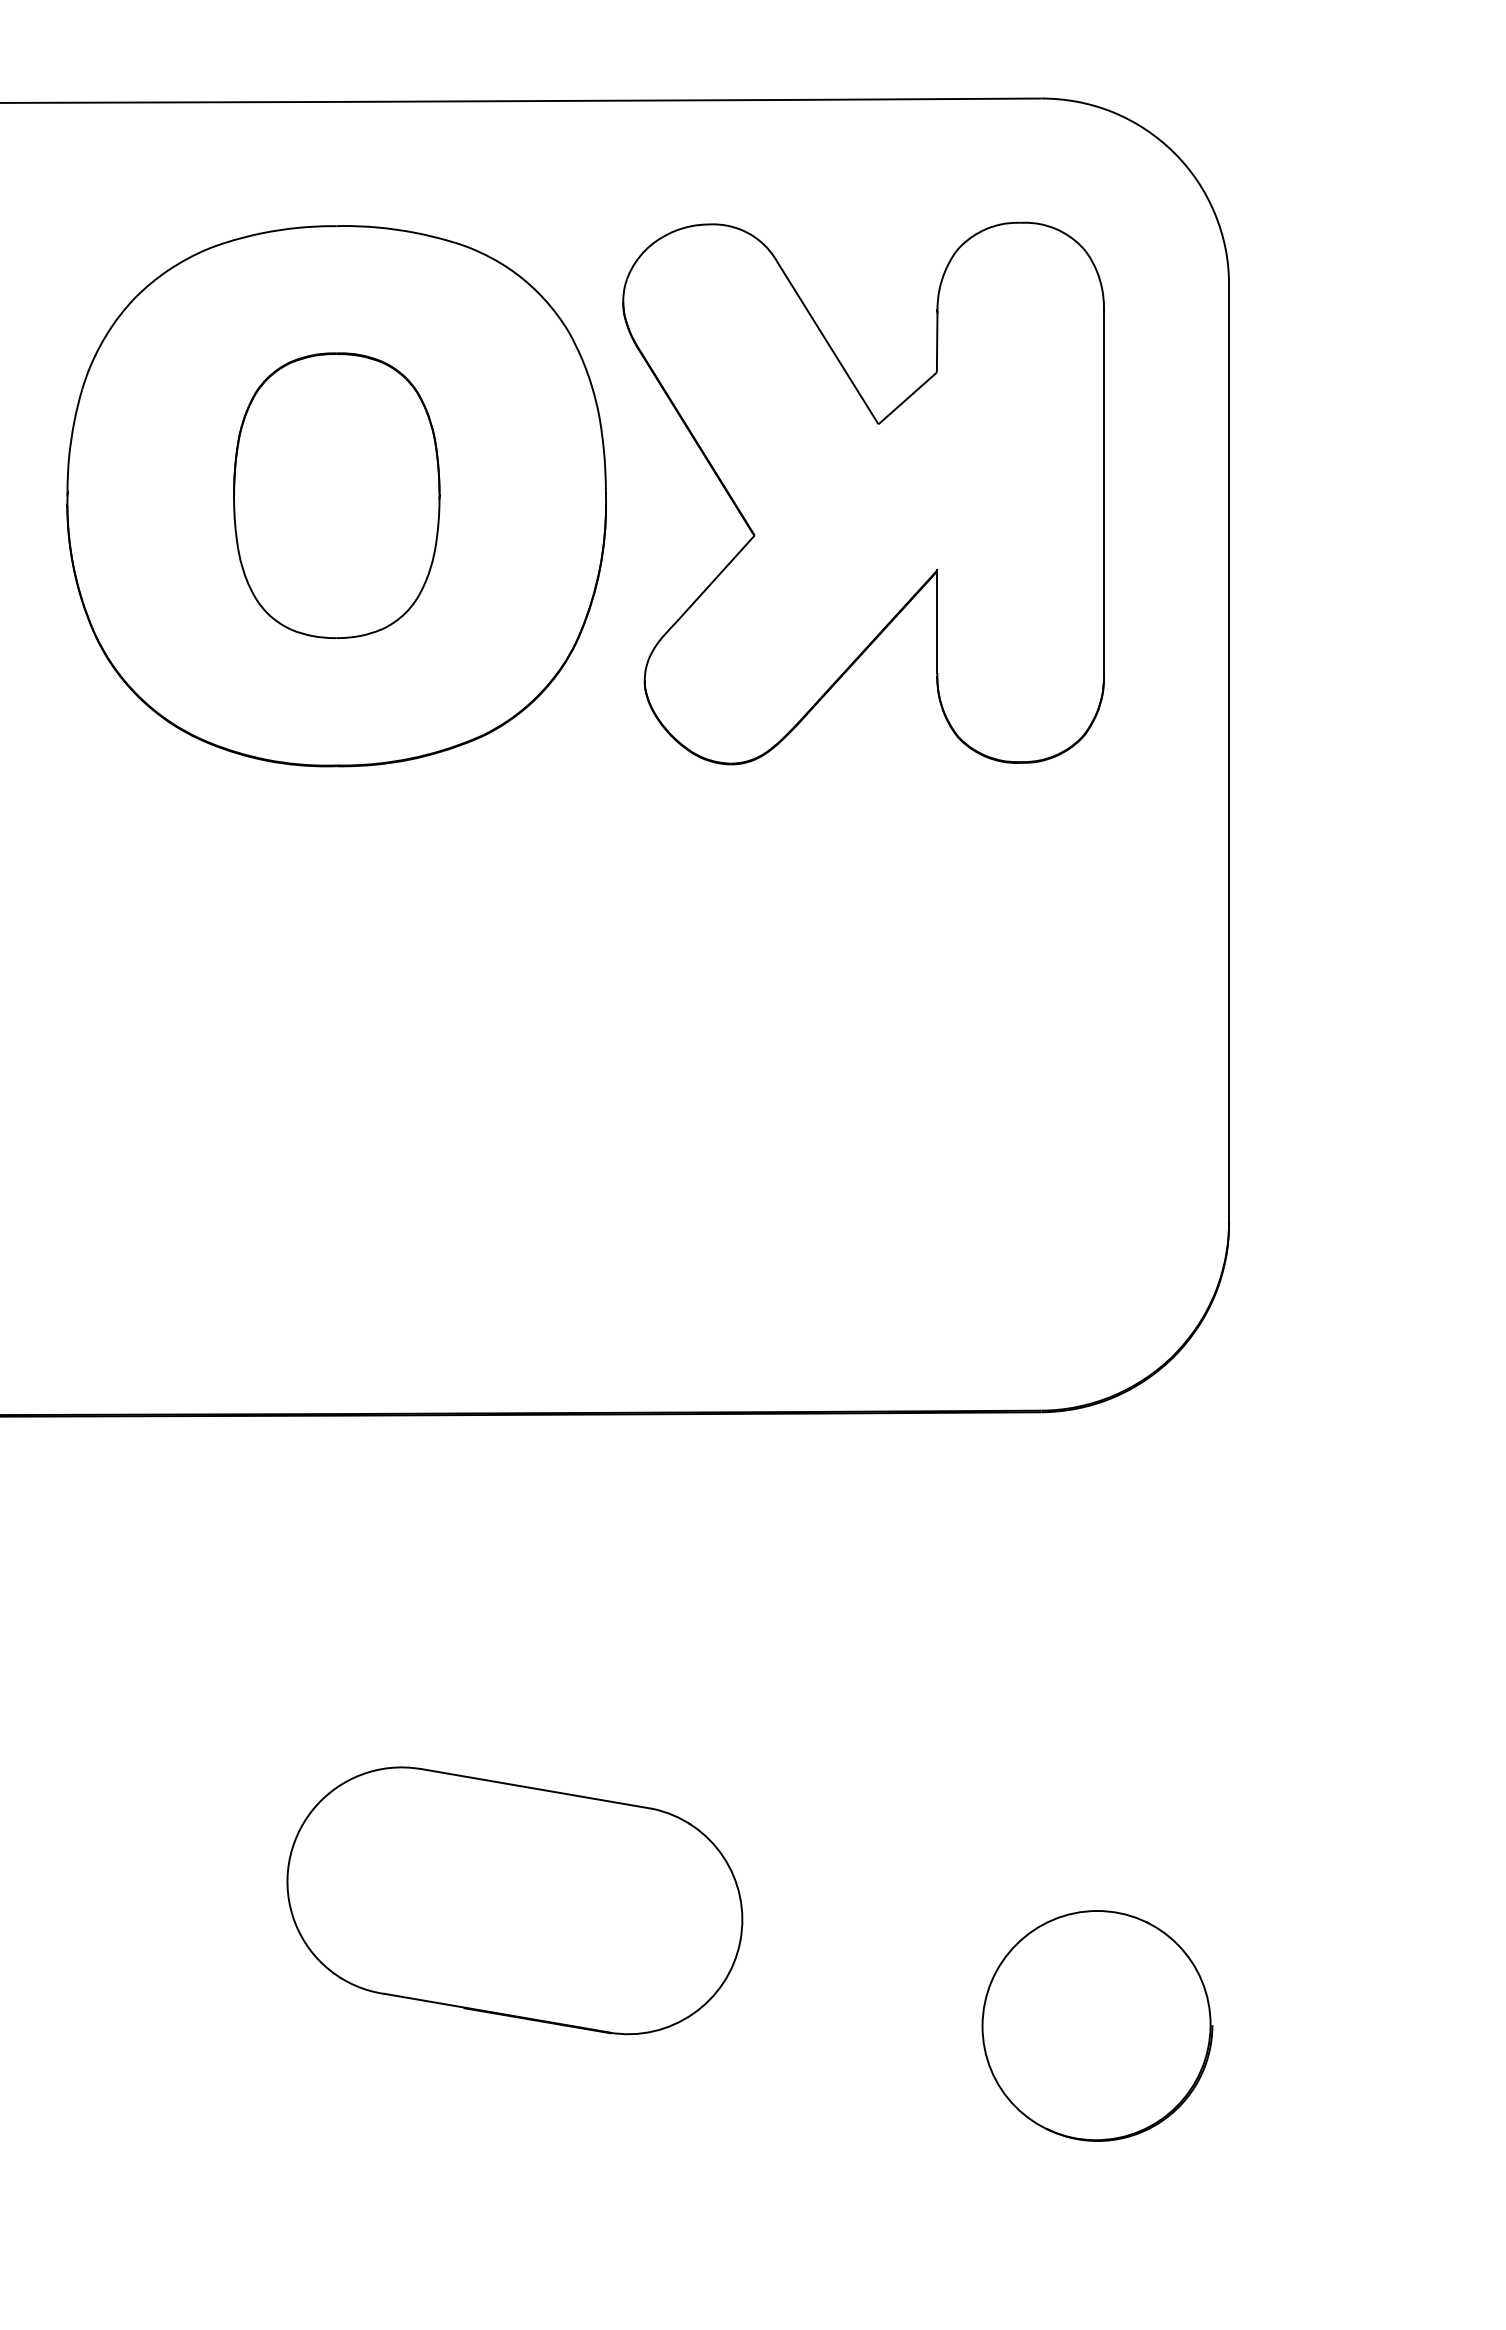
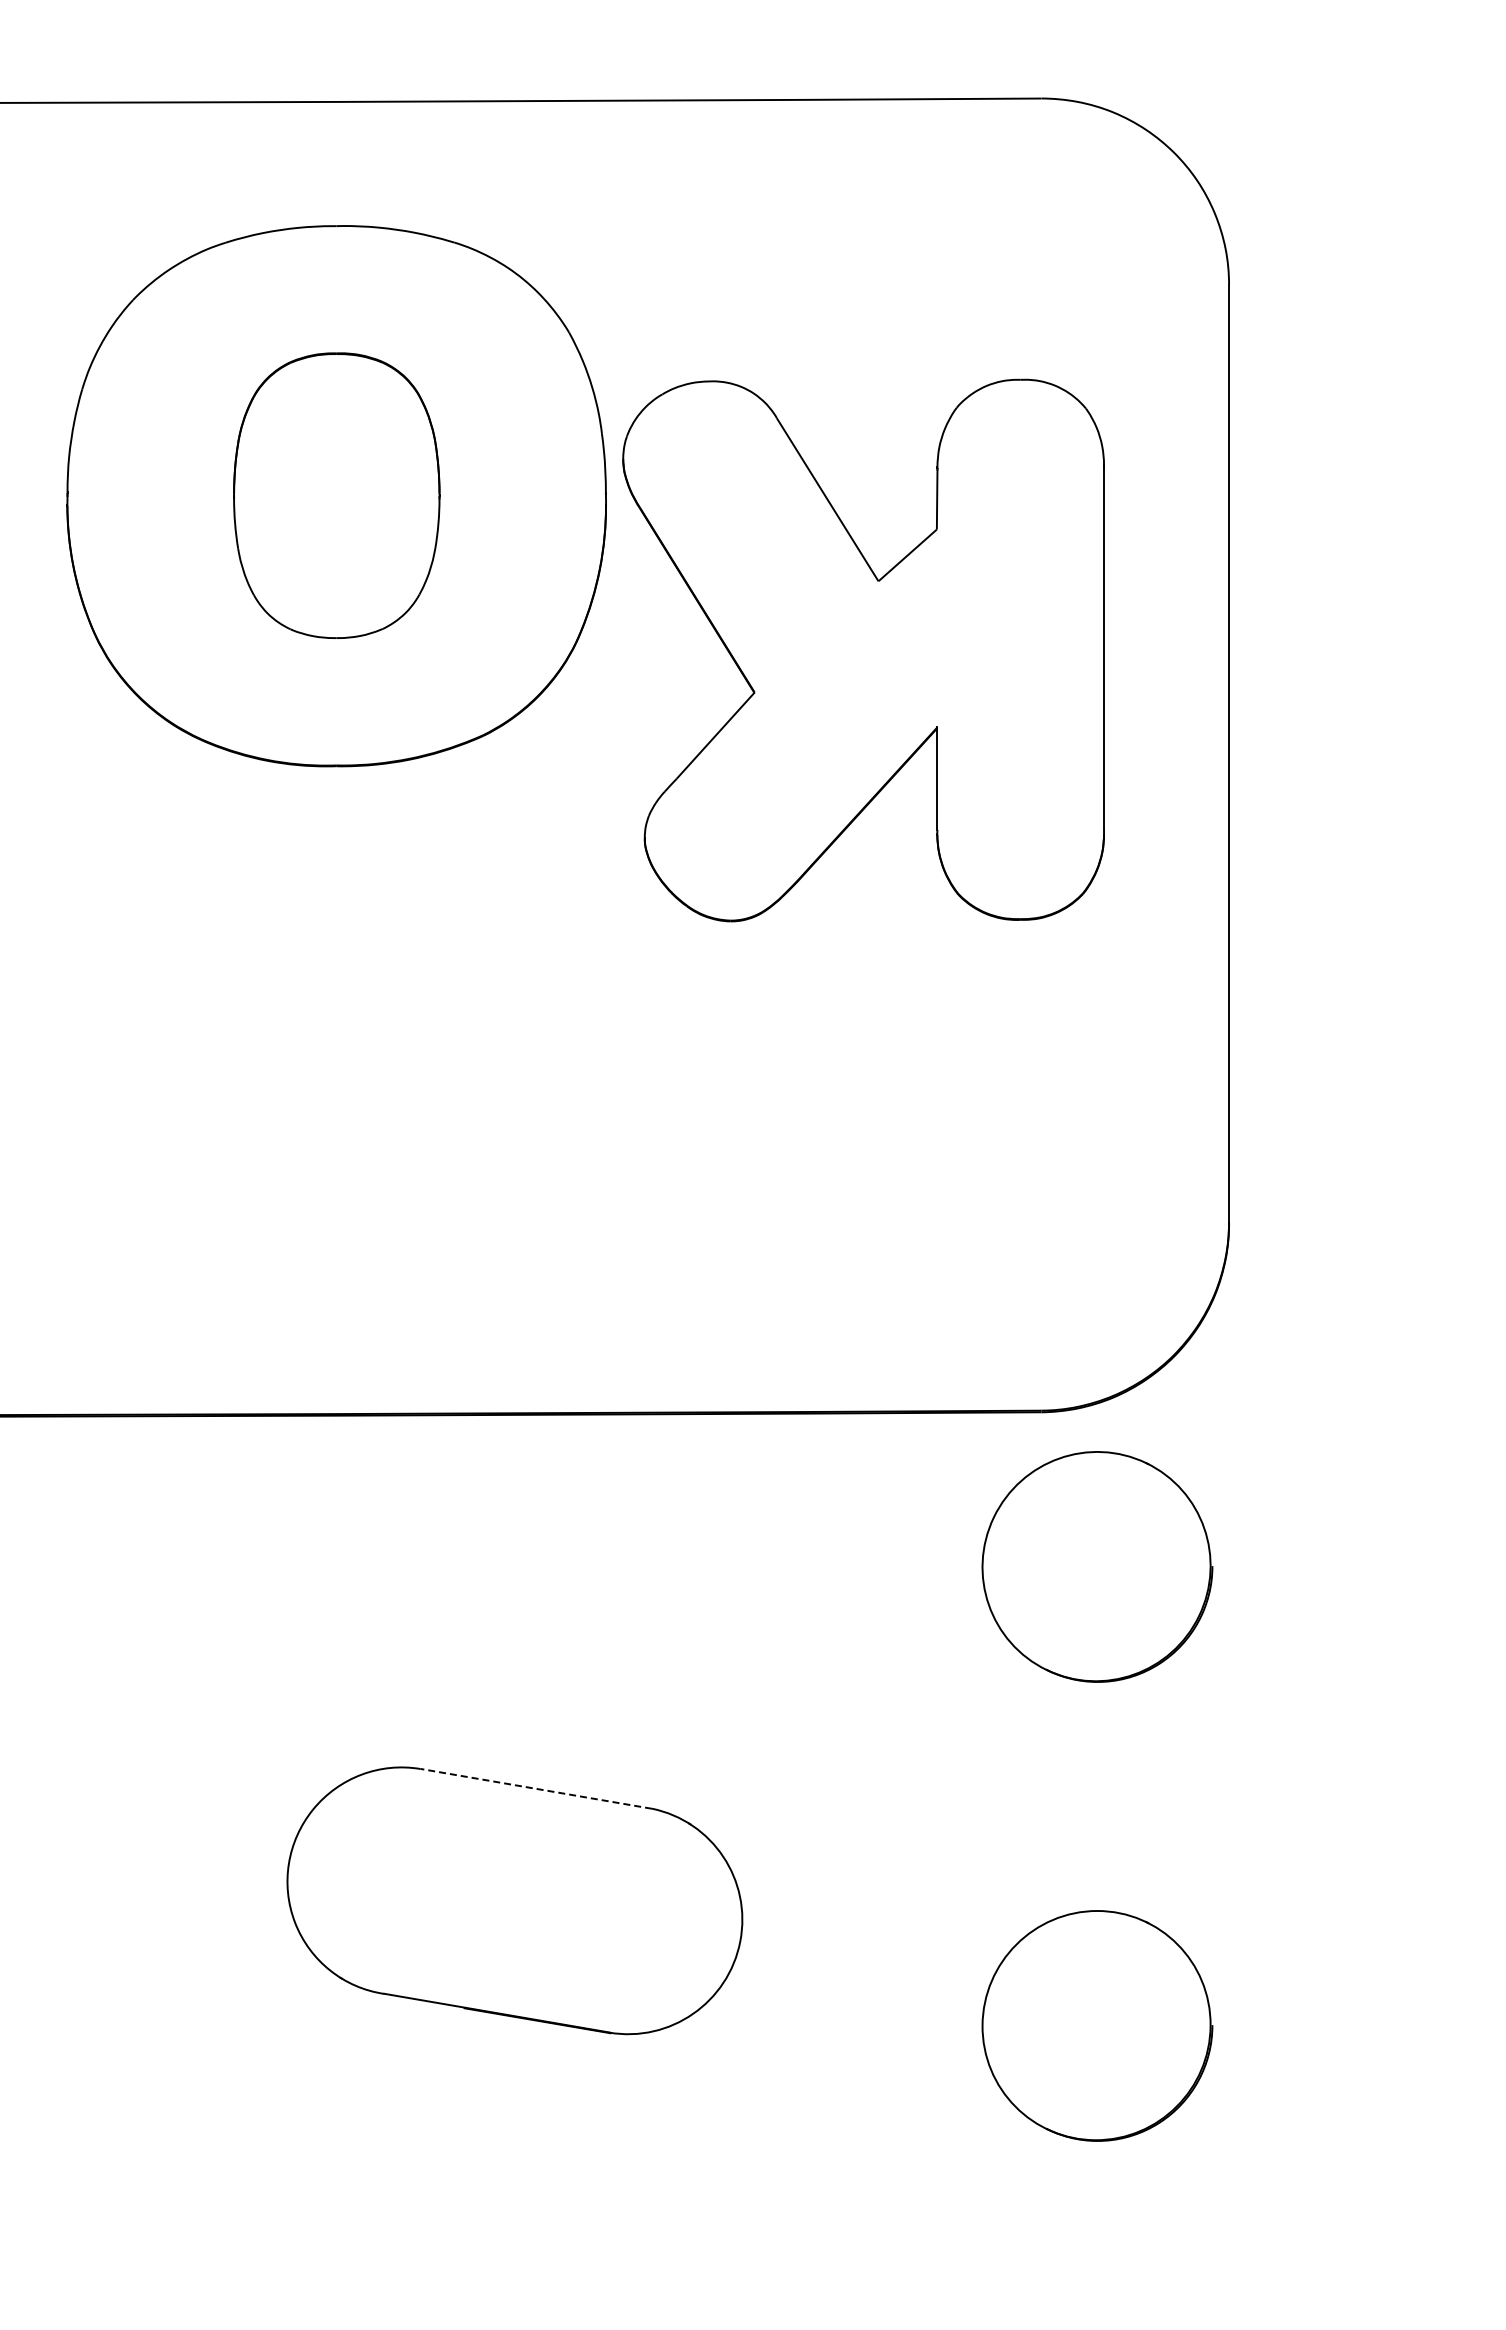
part at (863, 493) position: (863, 493) -> (863, 650)
part at (1097, 1566): none -> present
line at (535, 1788): solid -> dashed
